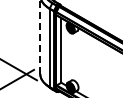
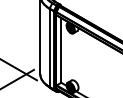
line at (40, 37): dashed -> solid
